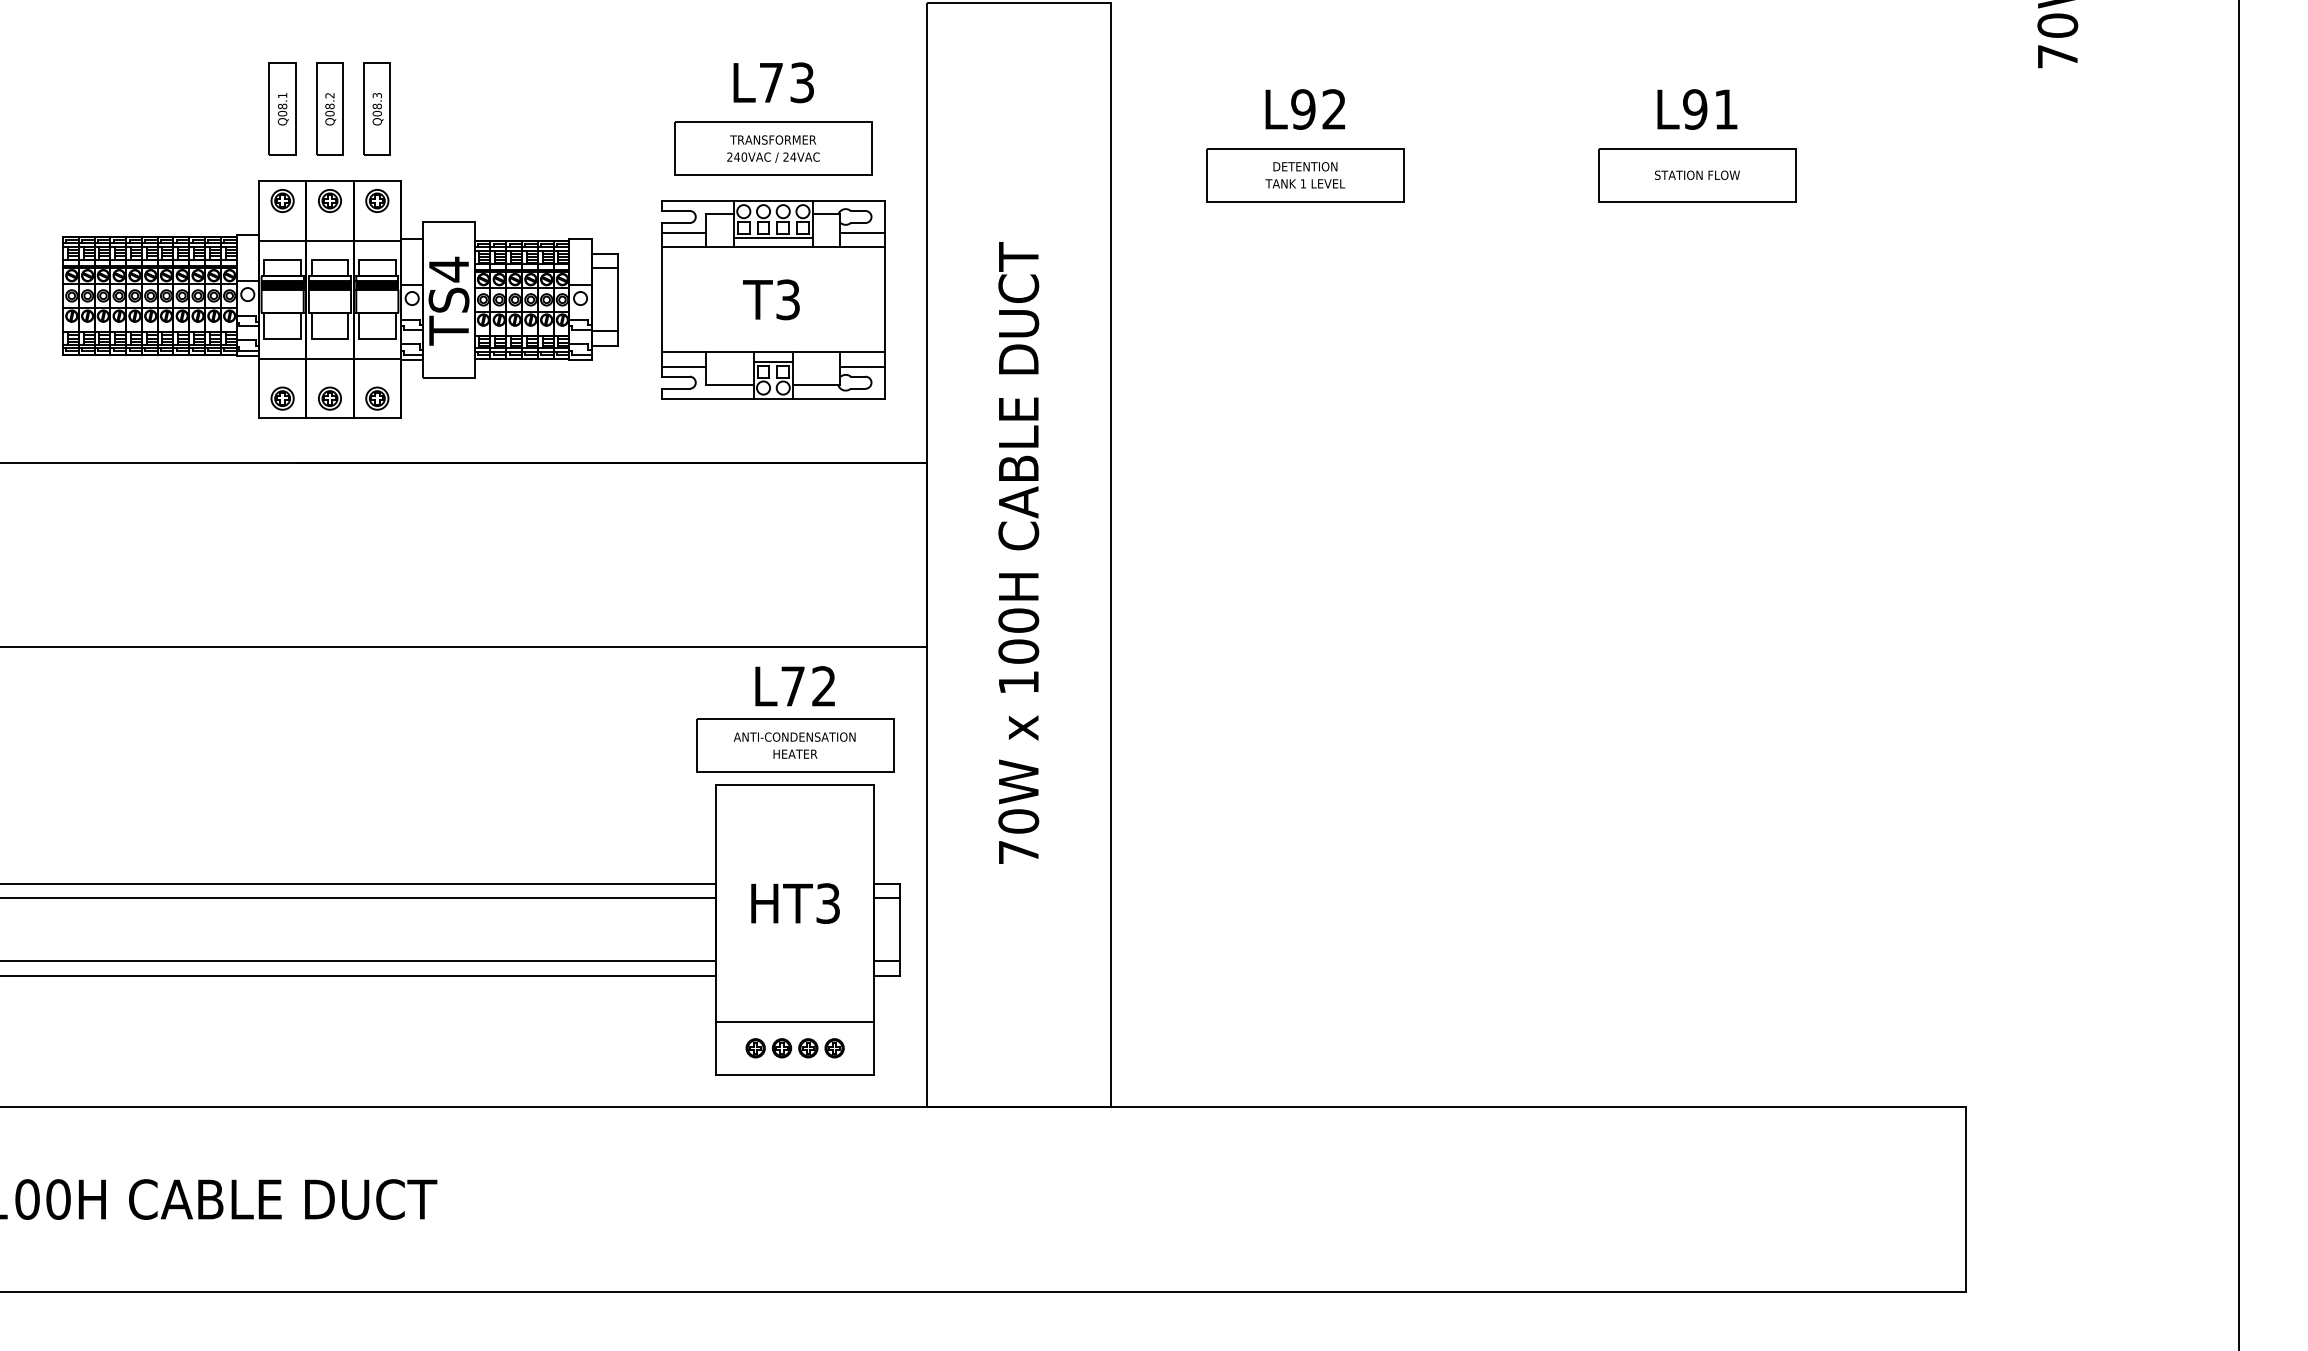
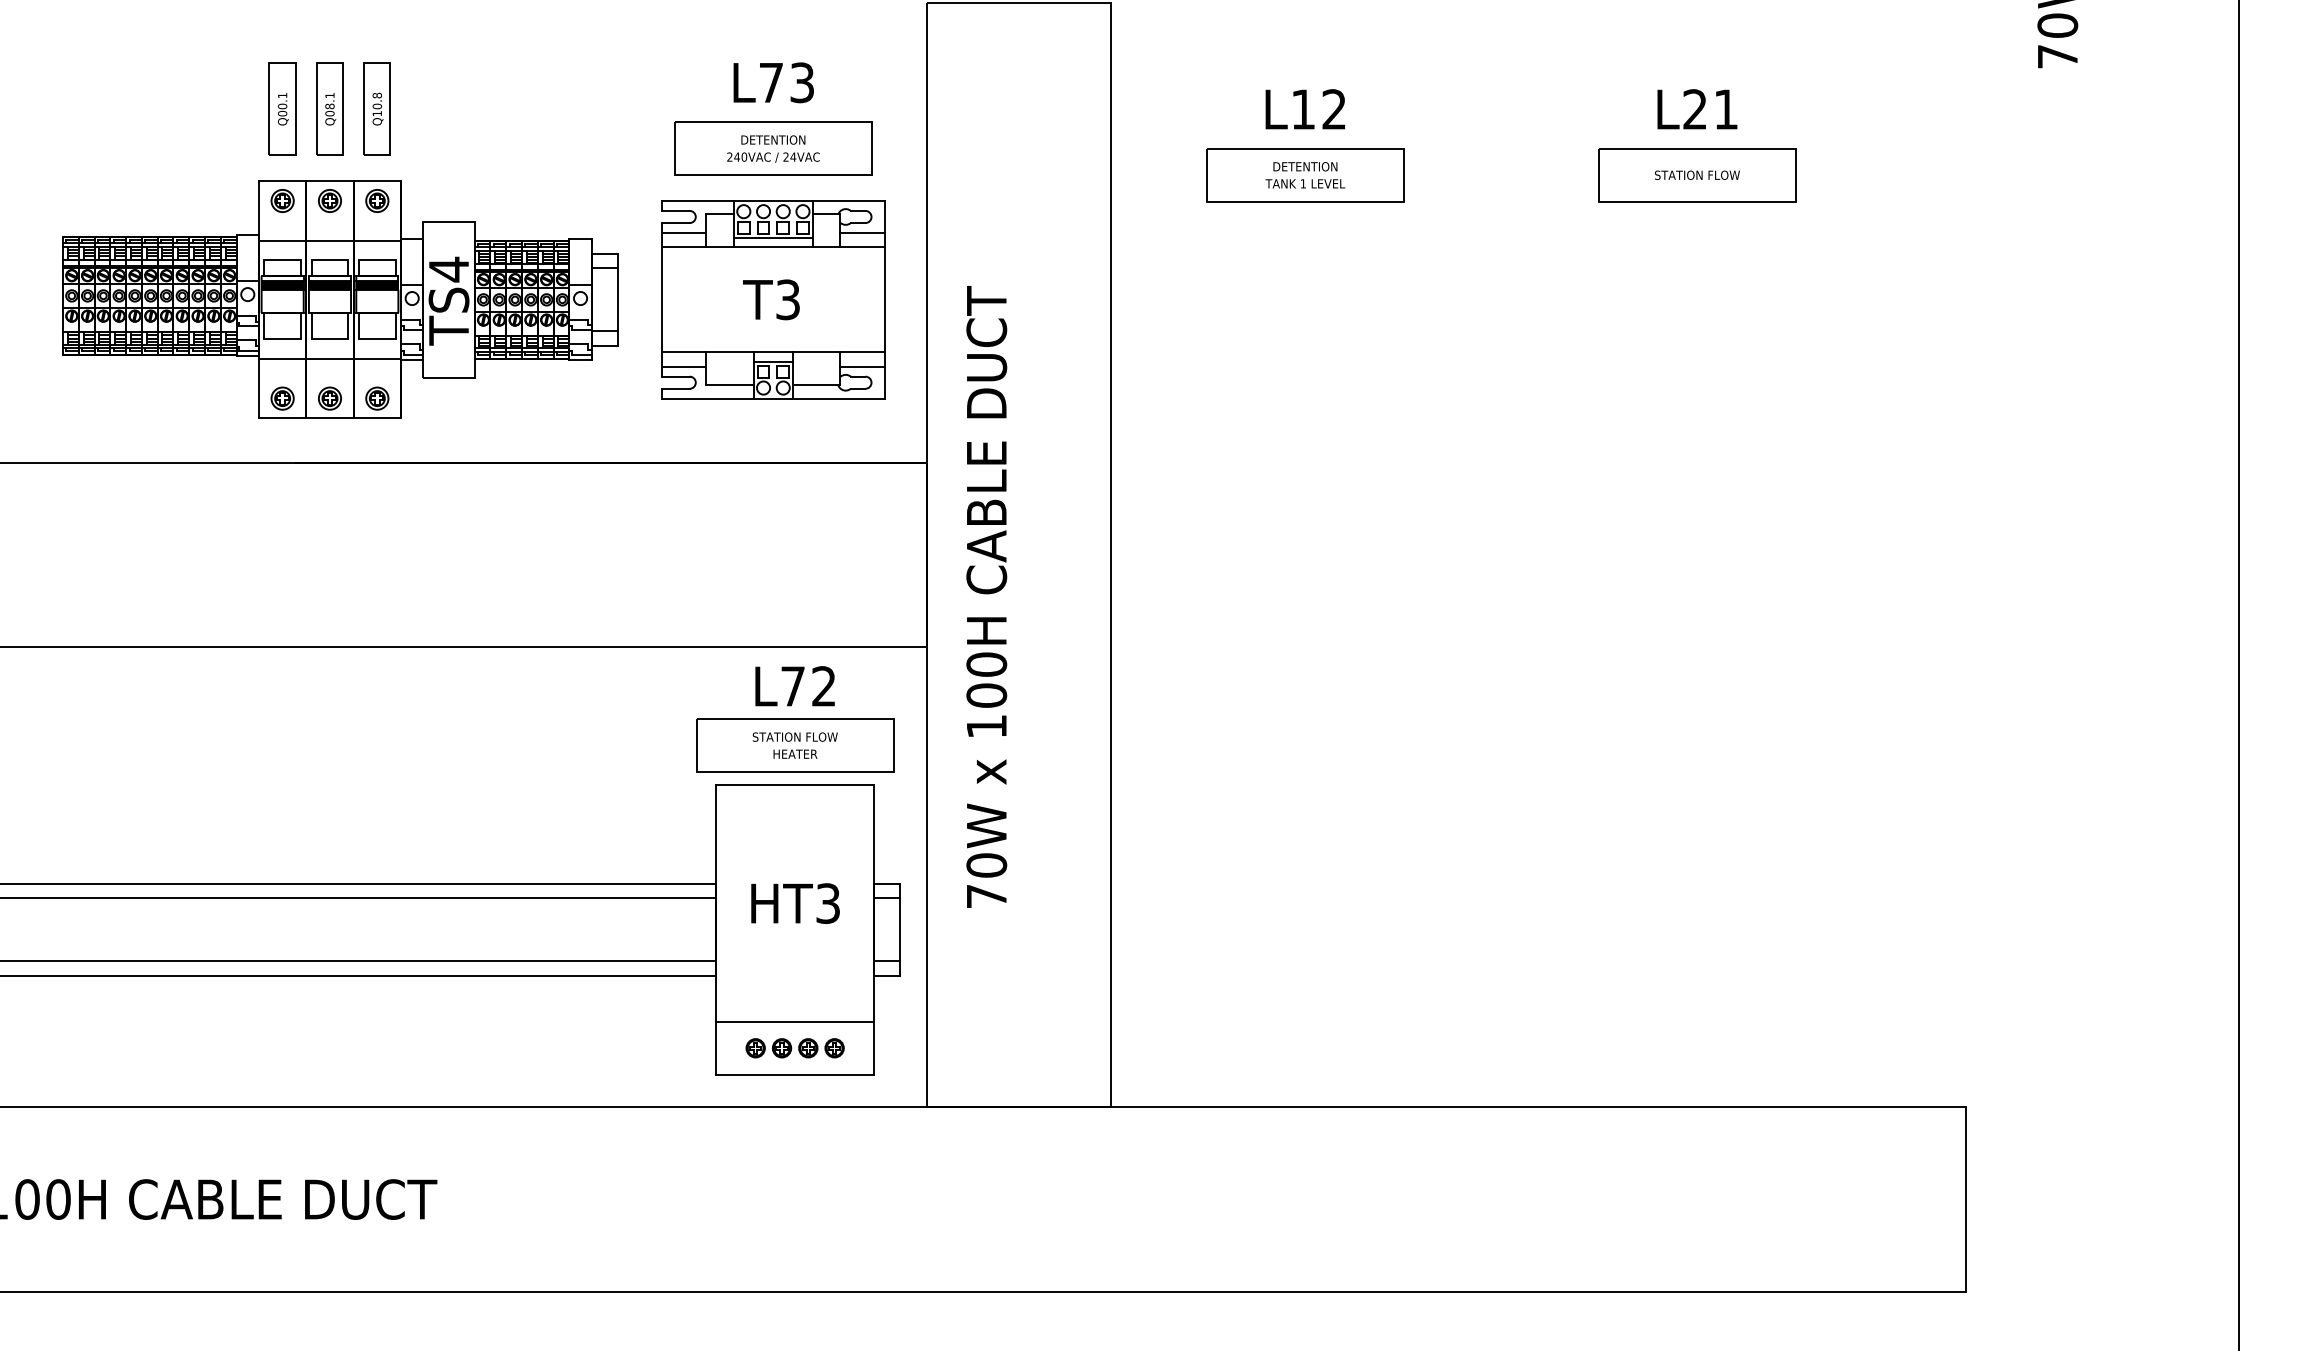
text at (329, 95): Q08.2 -> Q08.1
text at (376, 104): Q08.3 -> Q10.8
text at (282, 106): Q08.1 -> Q00.1
text at (1303, 109): L92 -> L12
text at (1695, 109): L91 -> L21
text at (773, 139): TRANSFORMER -> DETENTION
text at (1018, 552) position: (1018, 552) -> (986, 596)
text at (794, 736): ANTI-CONDENSATION -> STATION FLOW
